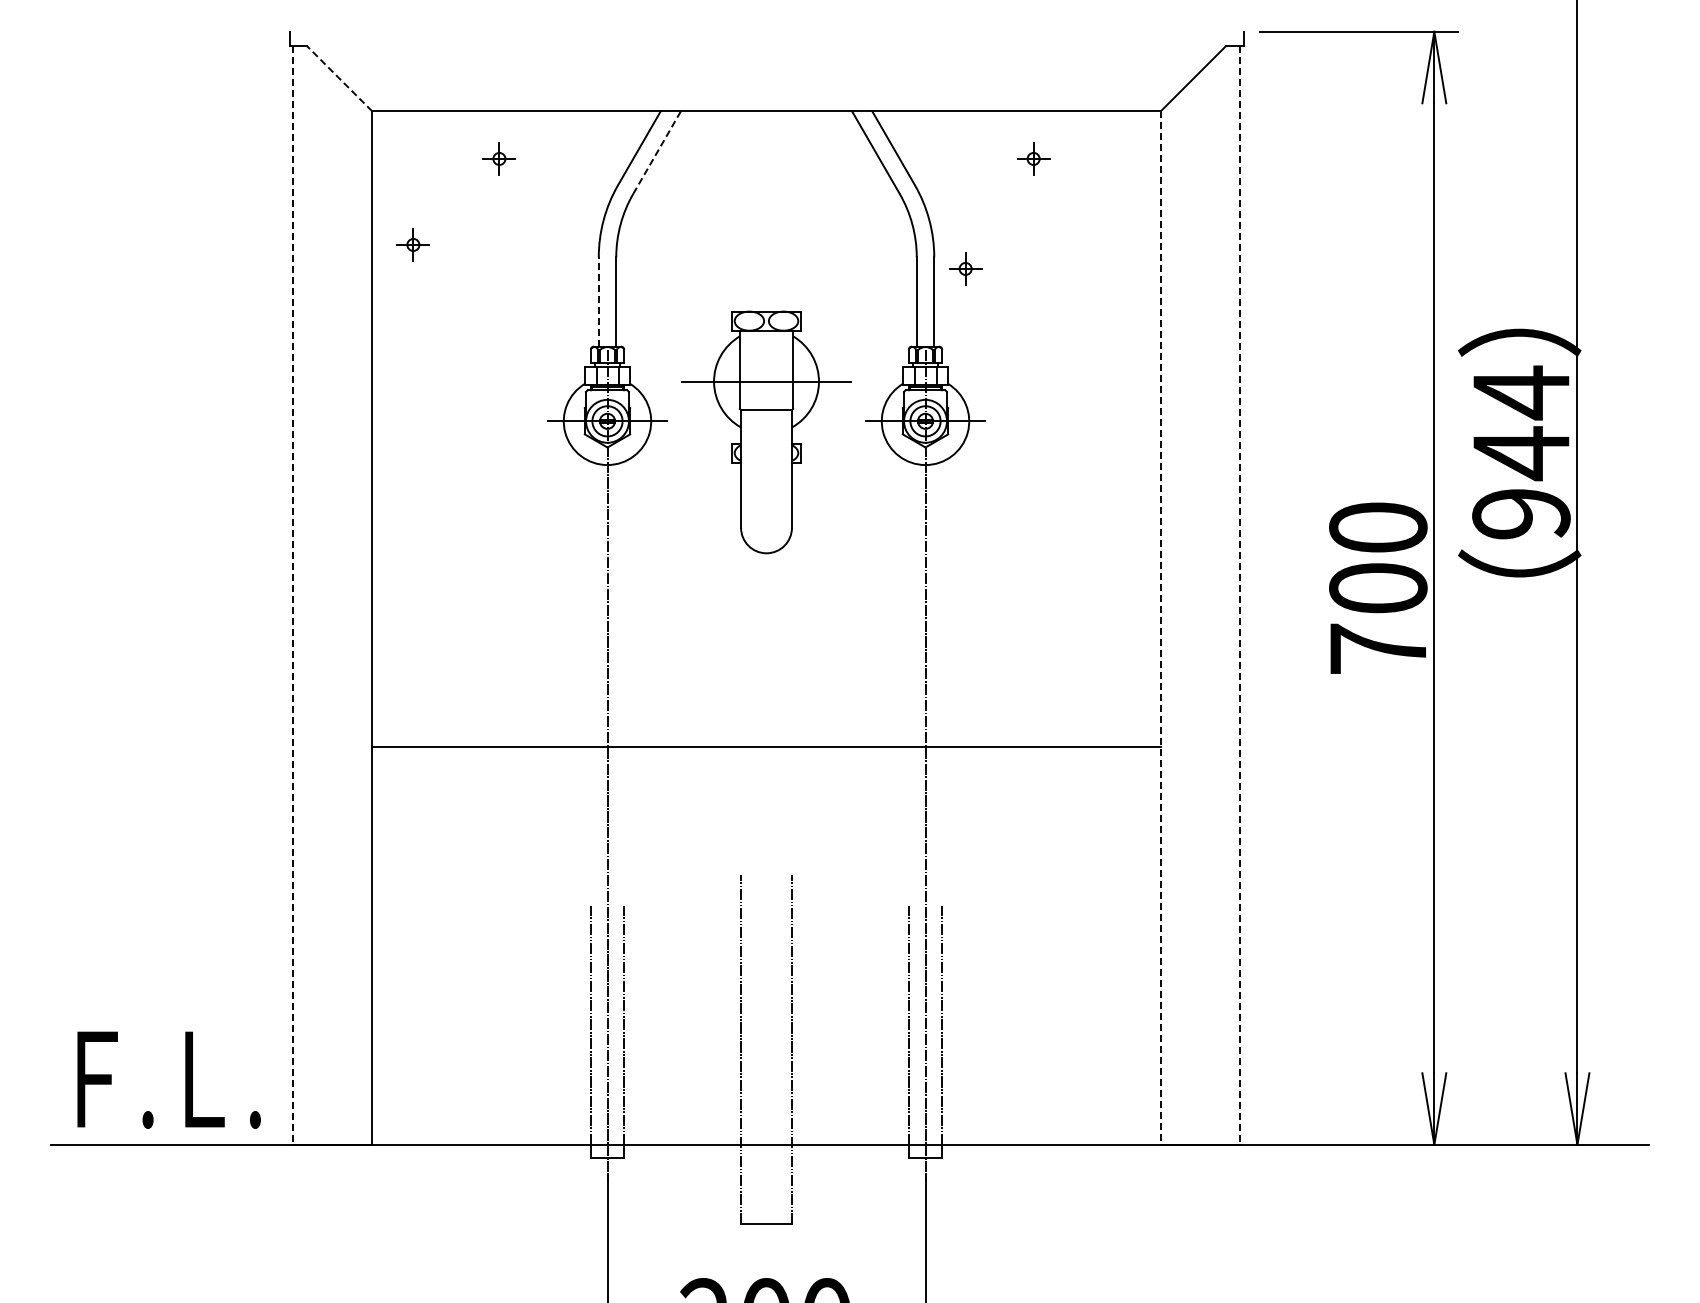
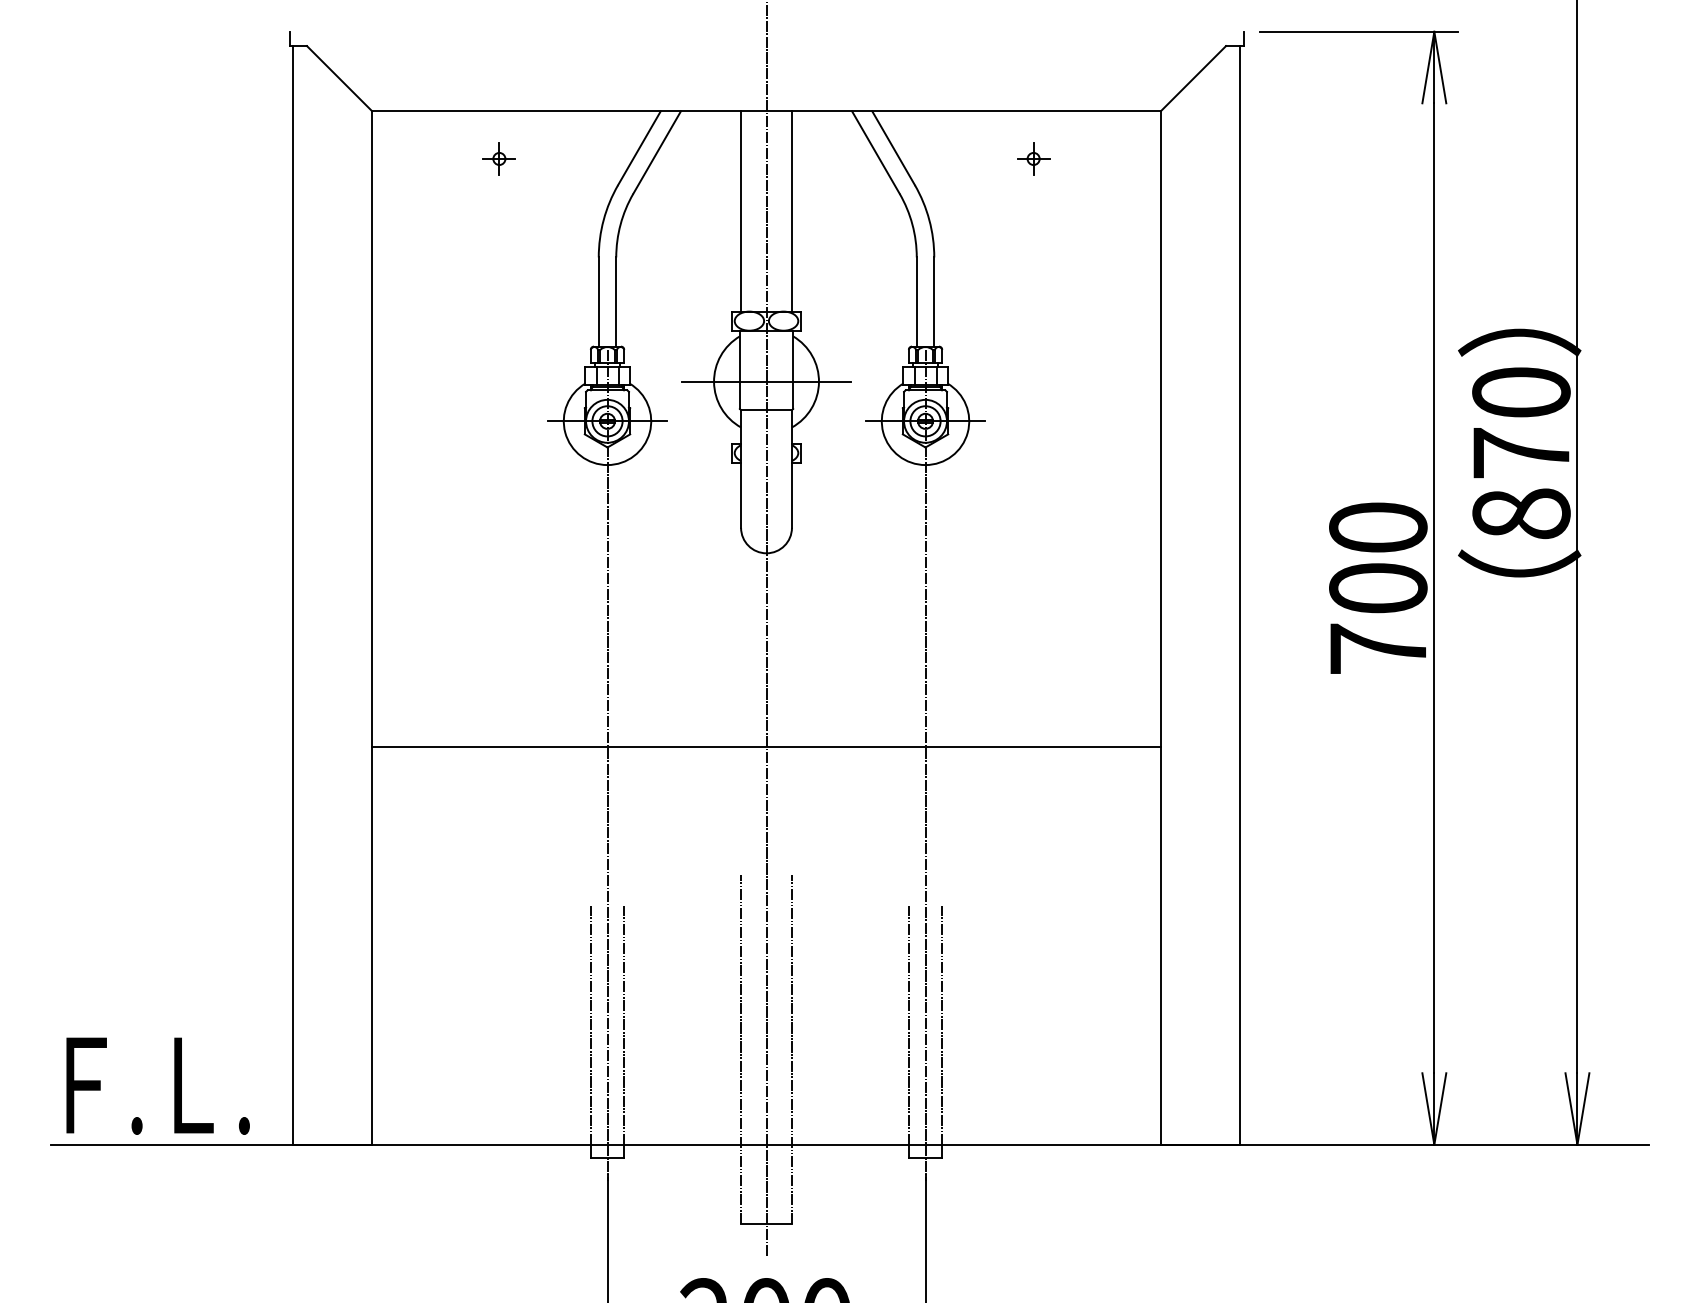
line at (339, 78): dashed -> solid
line at (657, 152): dashed -> solid
line at (741, 211): none -> present
line at (791, 211): none -> present
part at (412, 244): present -> none
part at (965, 268): present -> none
line at (598, 302): dashed -> solid
text at (1521, 452): 944 -> 870
line at (292, 595): dashed -> solid
line at (1240, 595): dashed -> solid
line at (1160, 628): dashed -> solid
line at (766, 629): none -> present
text at (168, 1079) position: (168, 1079) -> (157, 1085)
